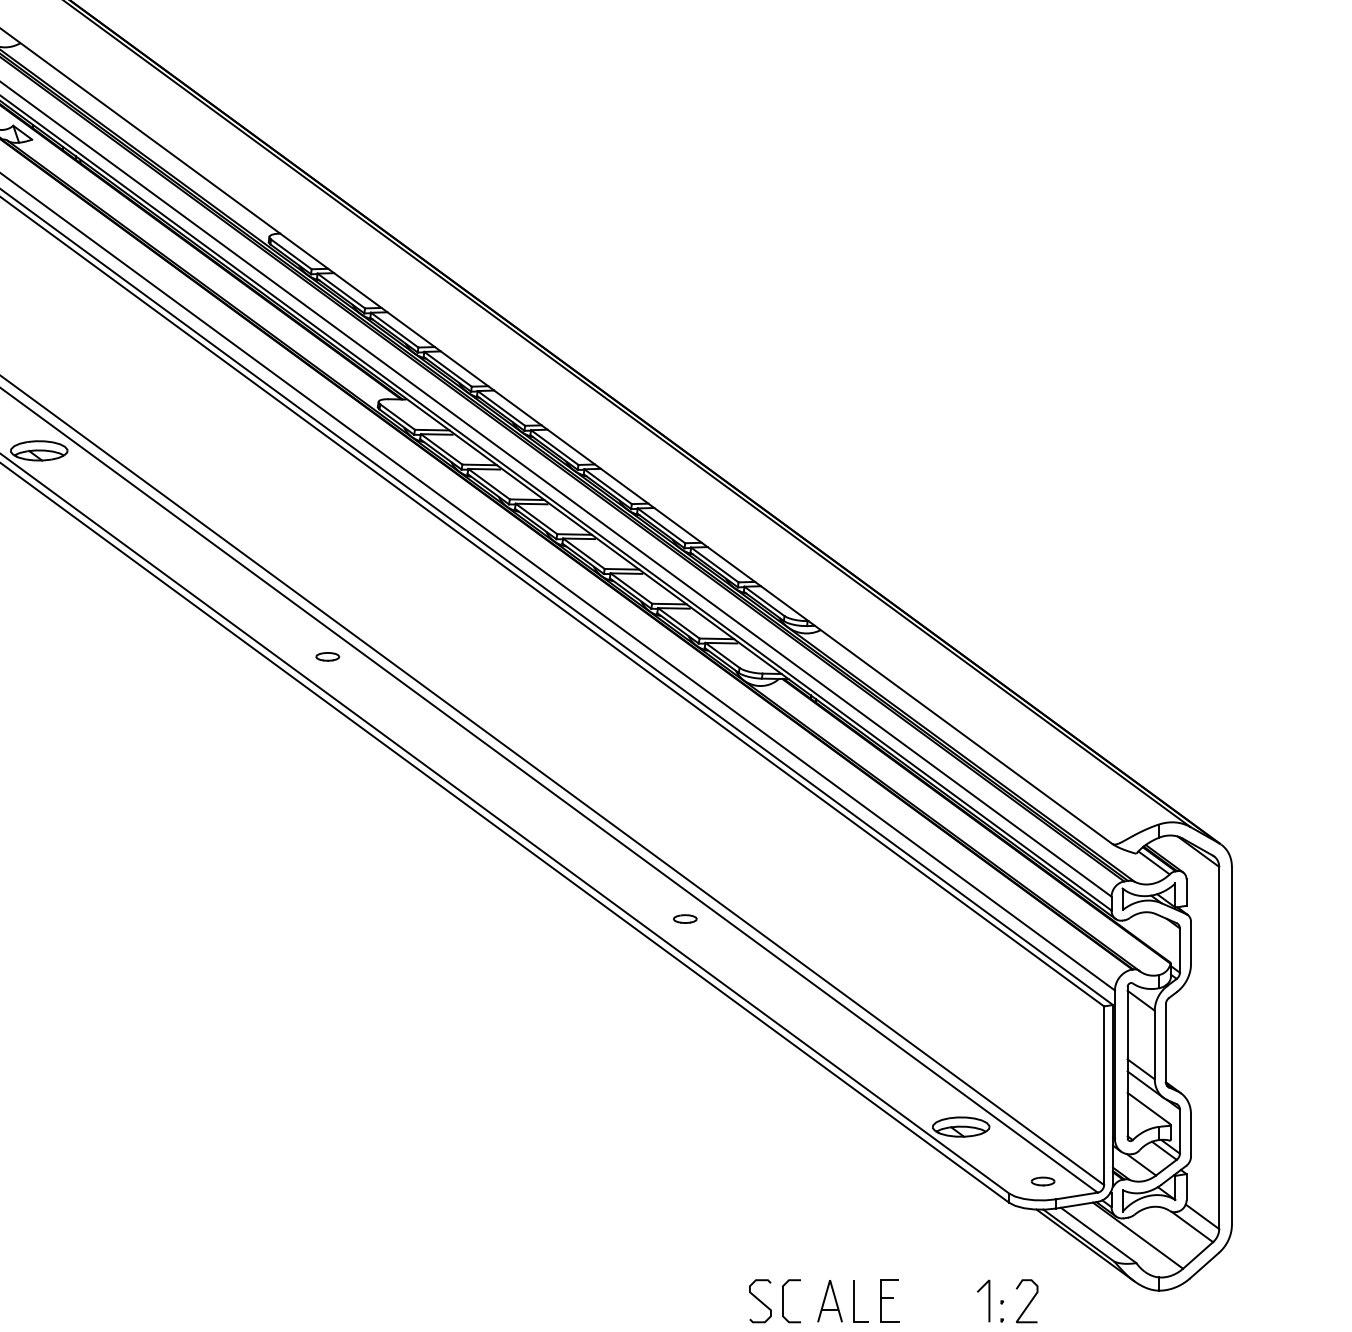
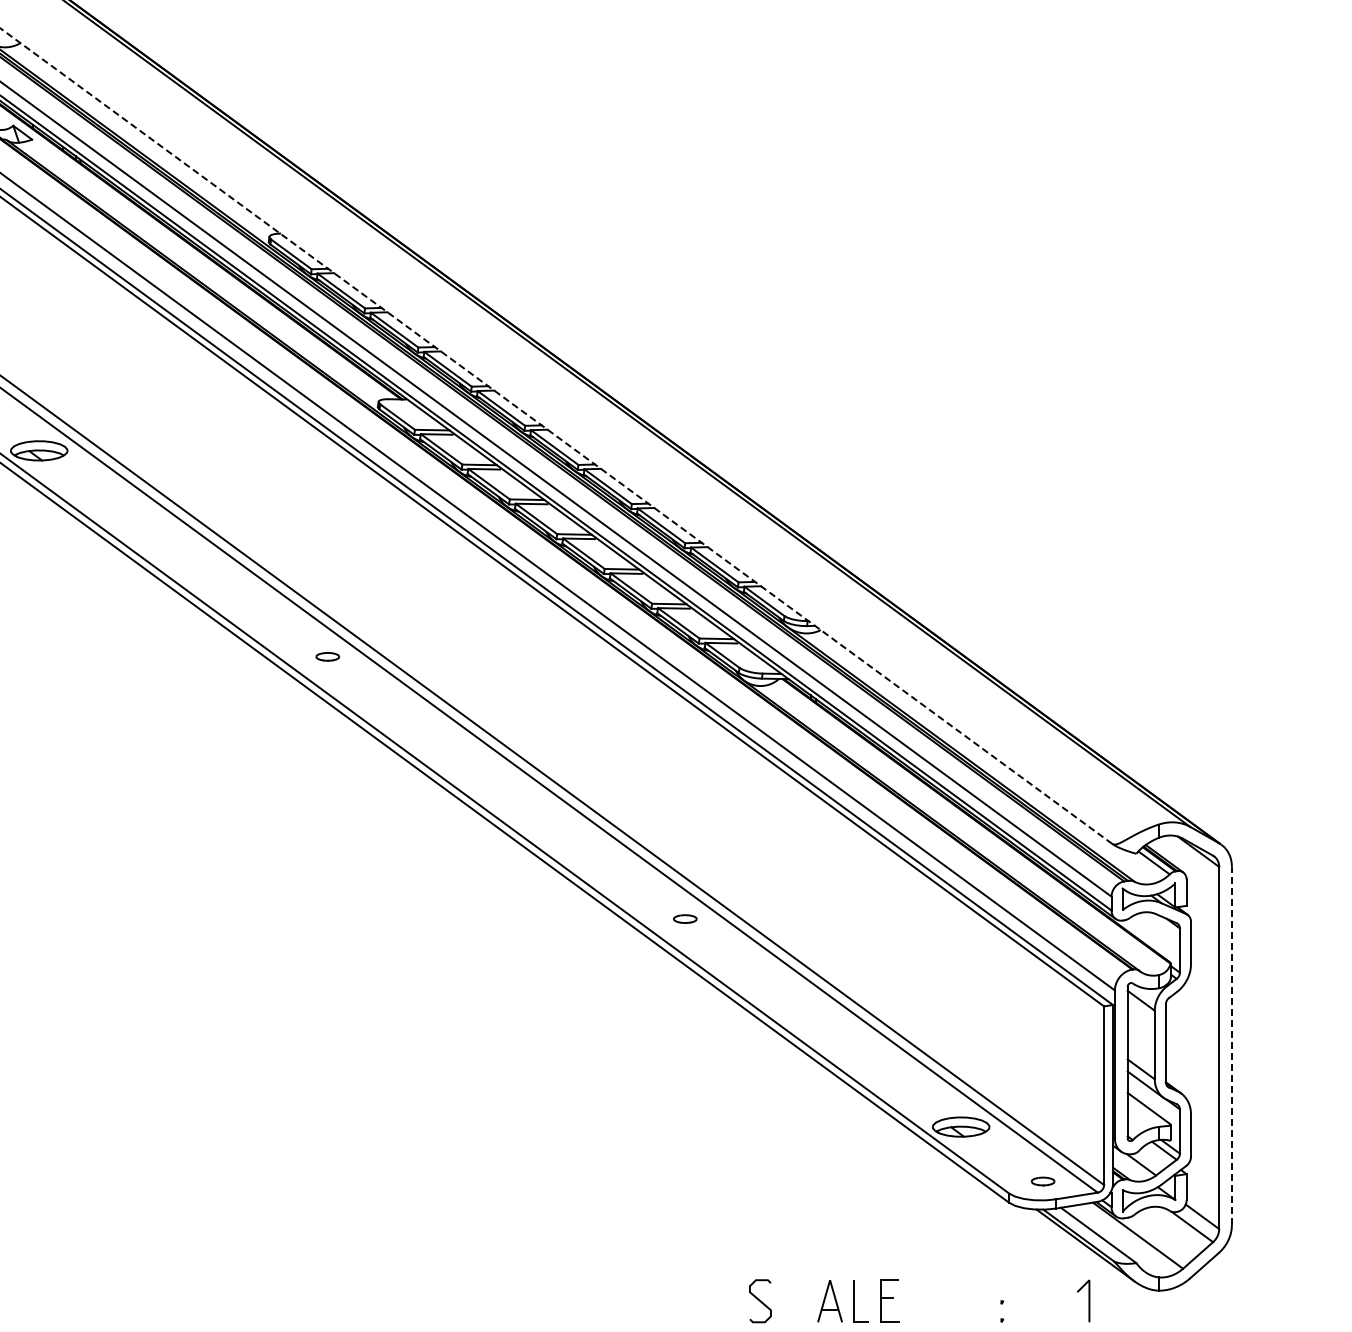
line at (556, 435): solid -> dashed
line at (1231, 1045): solid -> dashed
line at (988, 1300) position: (988, 1300) -> (1088, 1300)
curve at (783, 1301): present -> none
curve at (1028, 1303): present -> none
